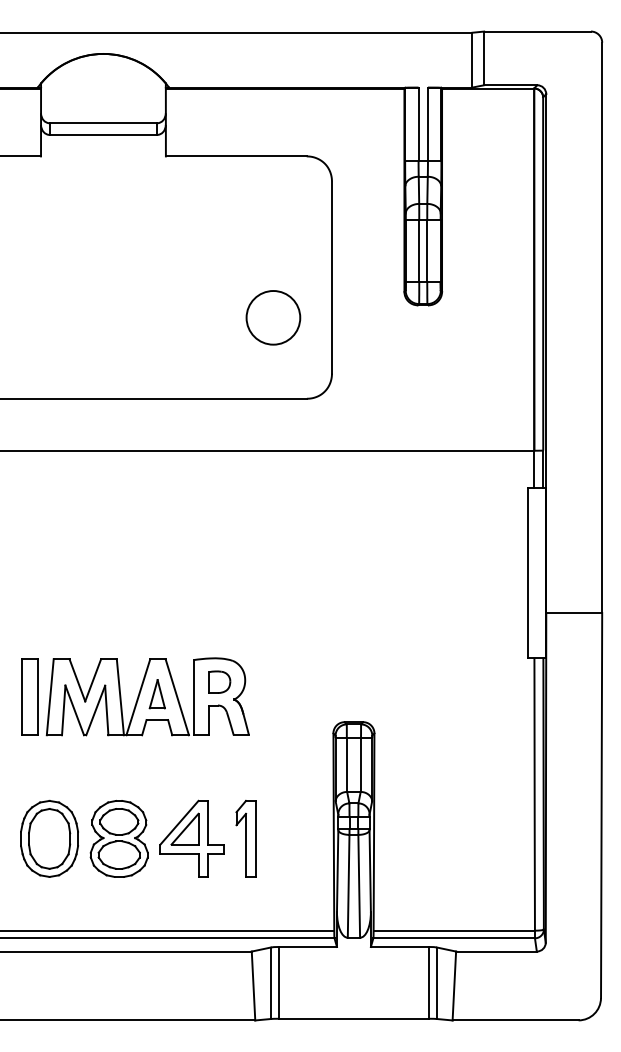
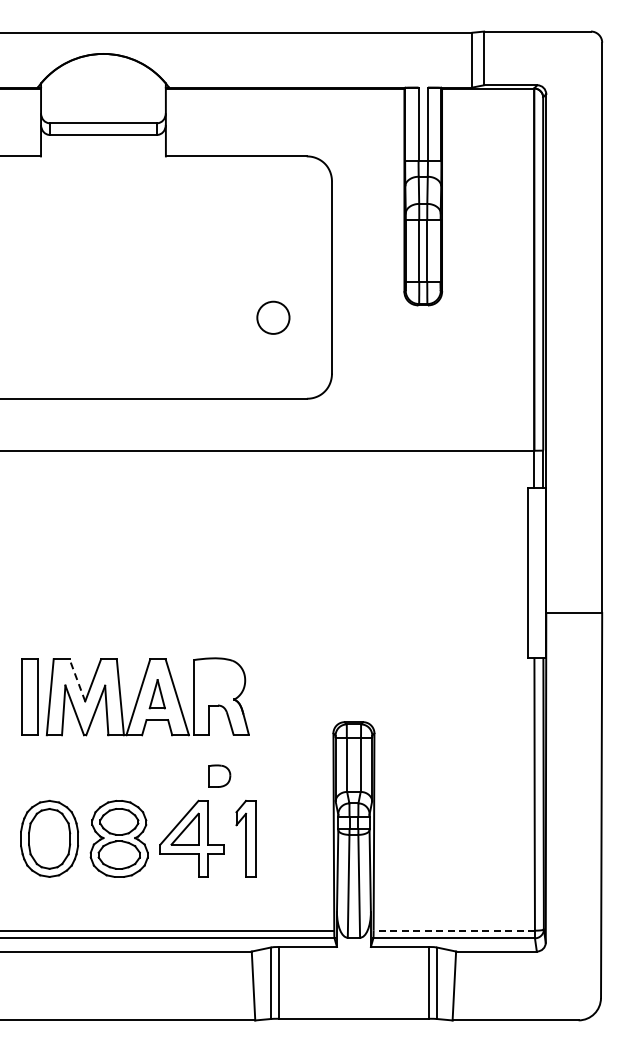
circle at (273, 317) diameter: 54 px -> 32 px
line at (77, 680): solid -> dashed
part at (219, 681) position: (219, 681) -> (219, 775)
line at (454, 930): solid -> dashed
